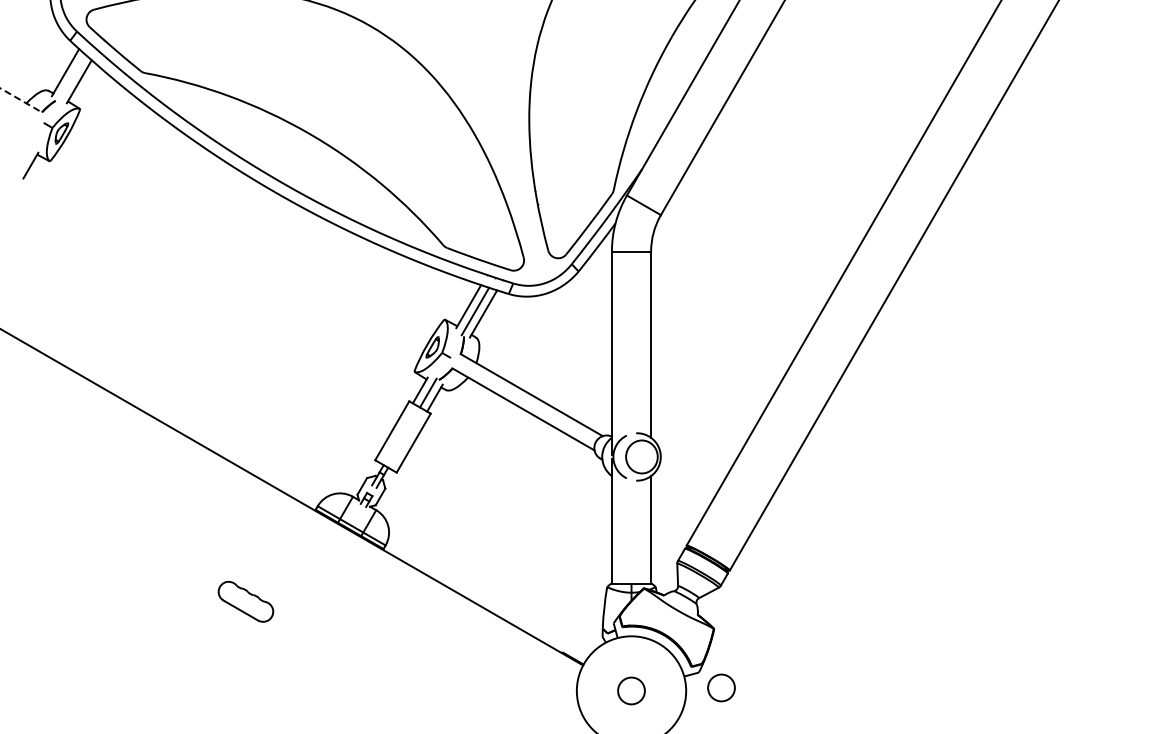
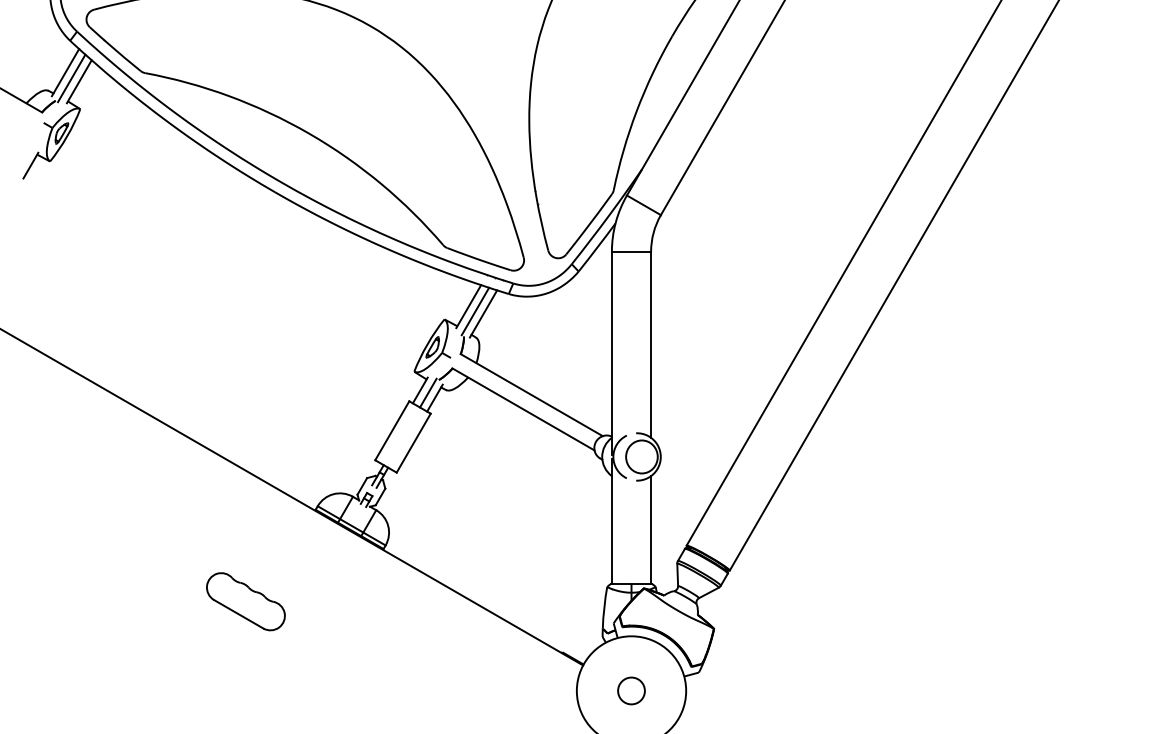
line at (71, 78): none -> present
line at (21, 100): dashed -> solid
part at (245, 601) size: 58x42 px -> 80x60 px
circle at (721, 687): present -> none
